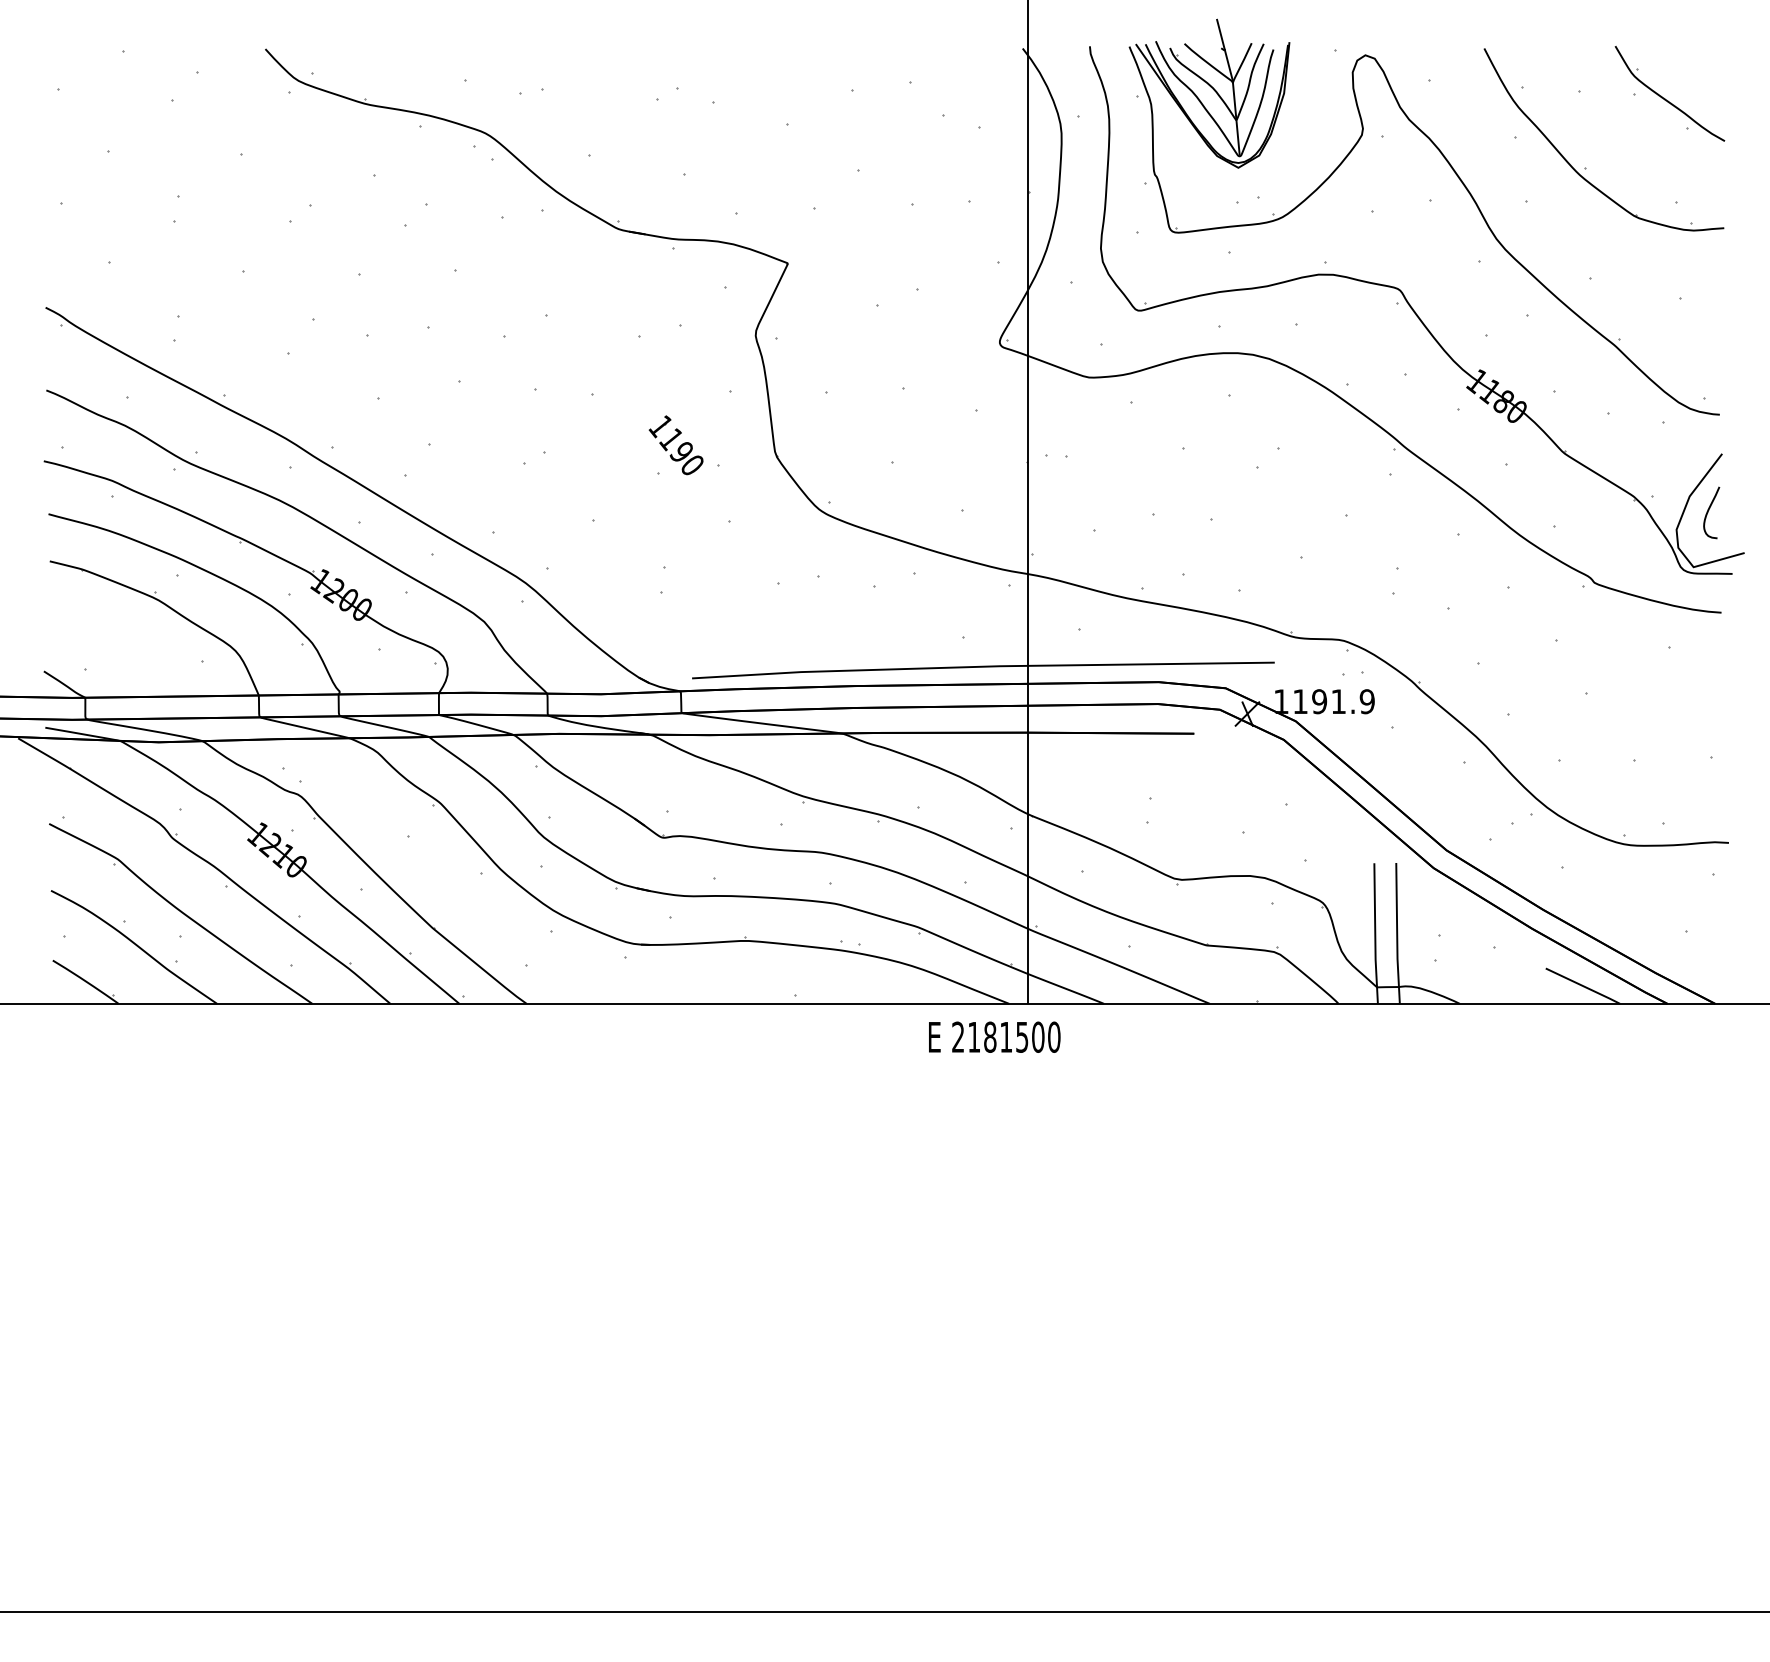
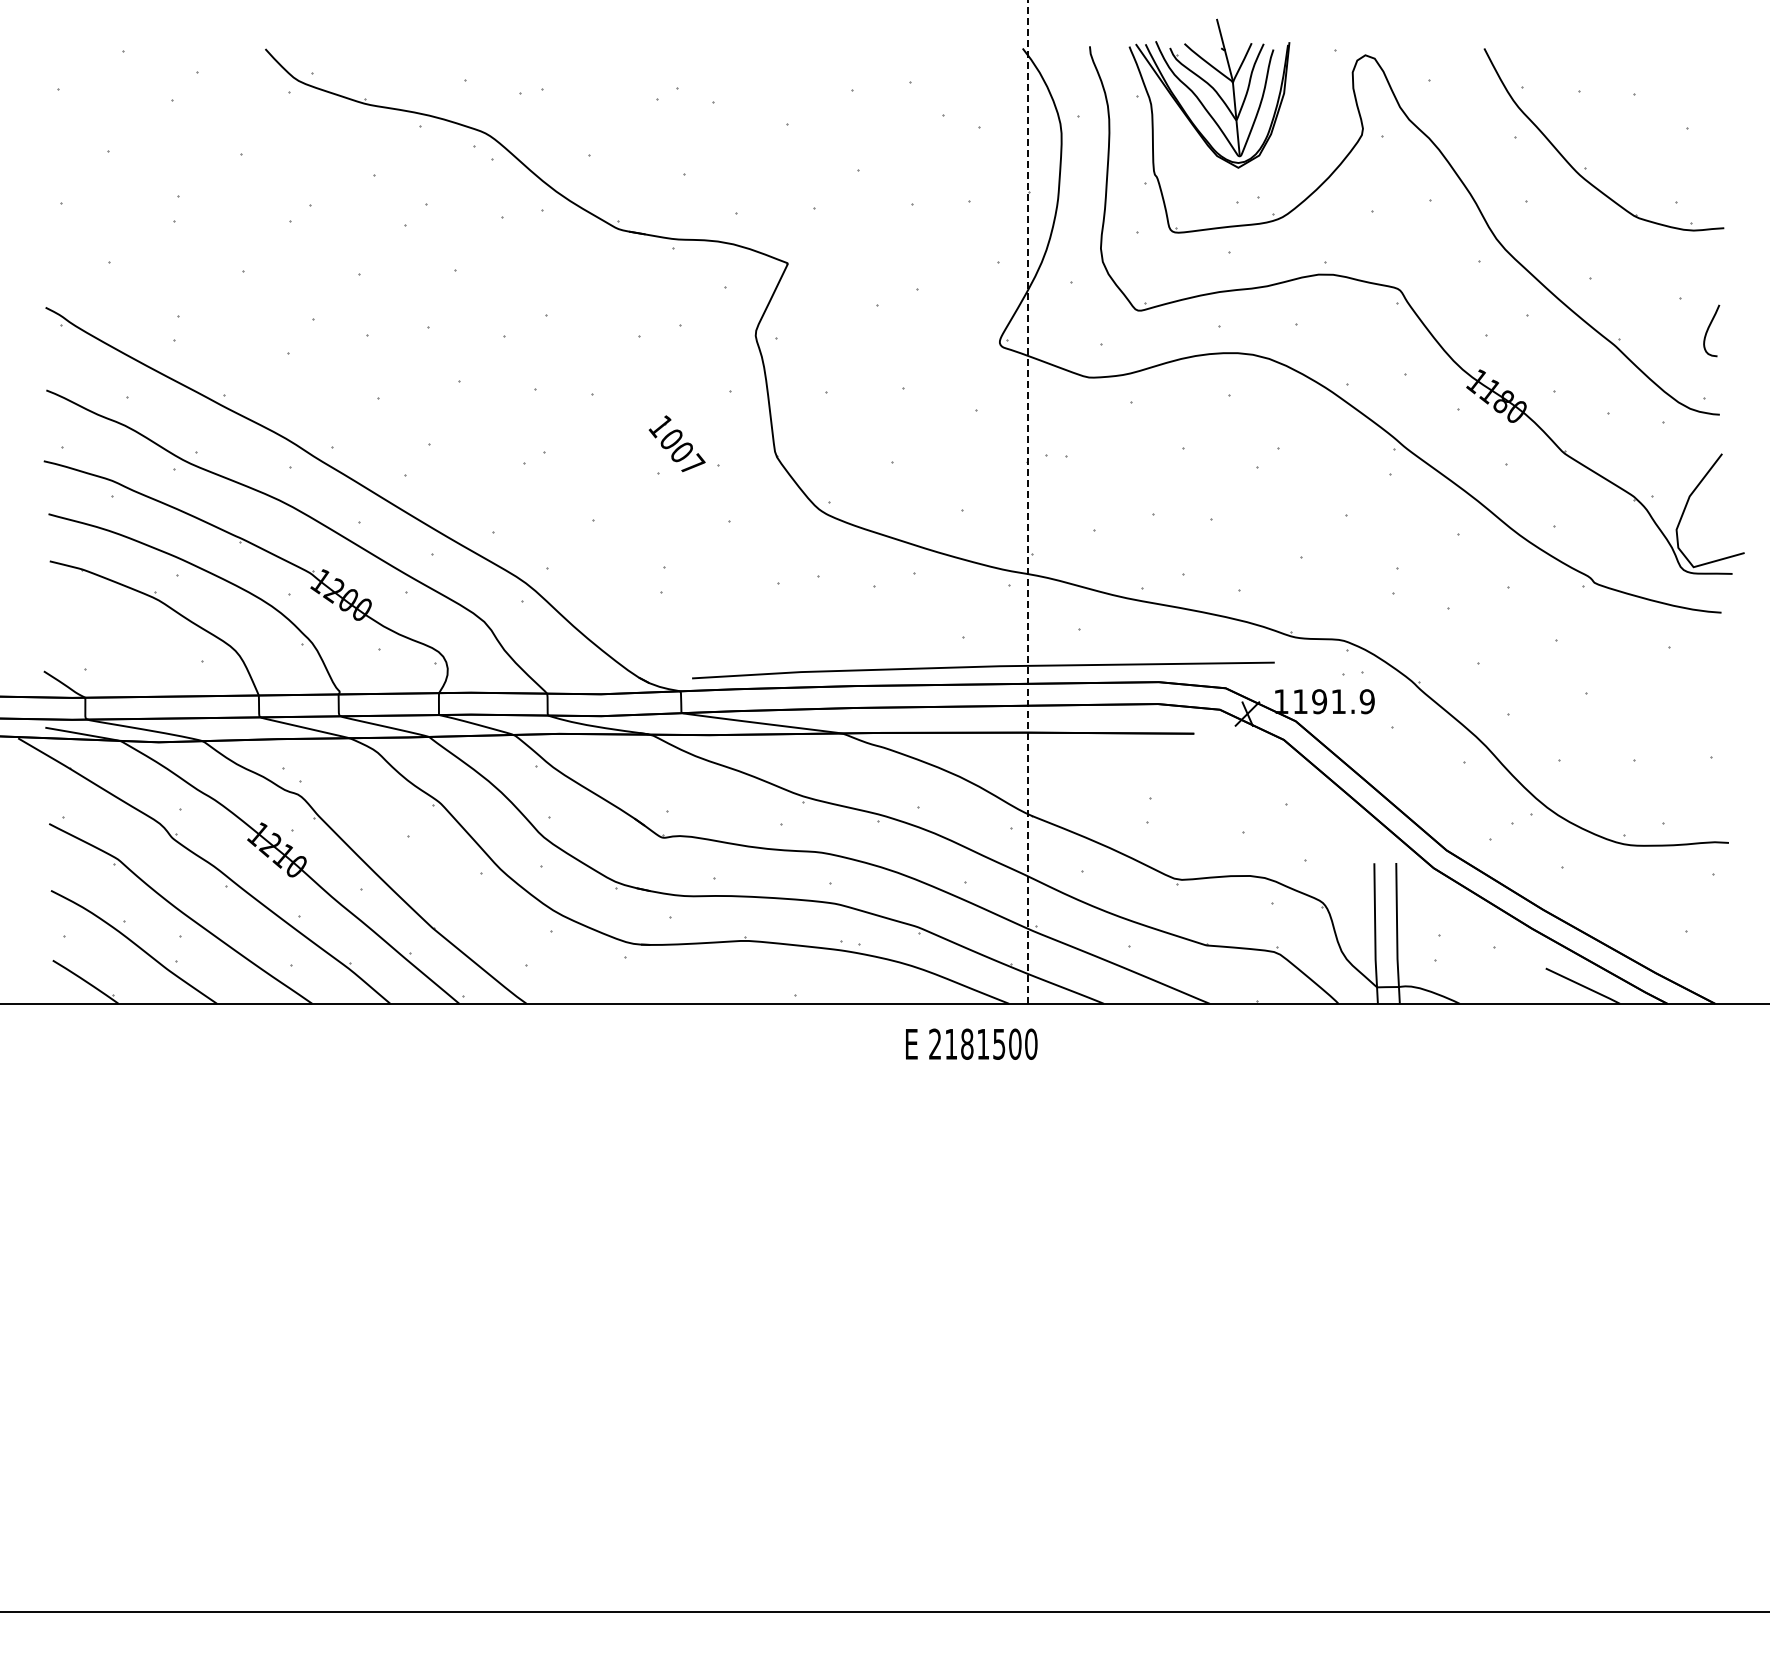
part at (1665, 98): present -> none
text at (682, 451): 1190 -> 1007
line at (1027, 501): solid -> dashed
curve at (1709, 510) position: (1709, 510) -> (1709, 328)
text at (994, 1036) position: (994, 1036) -> (971, 1043)
